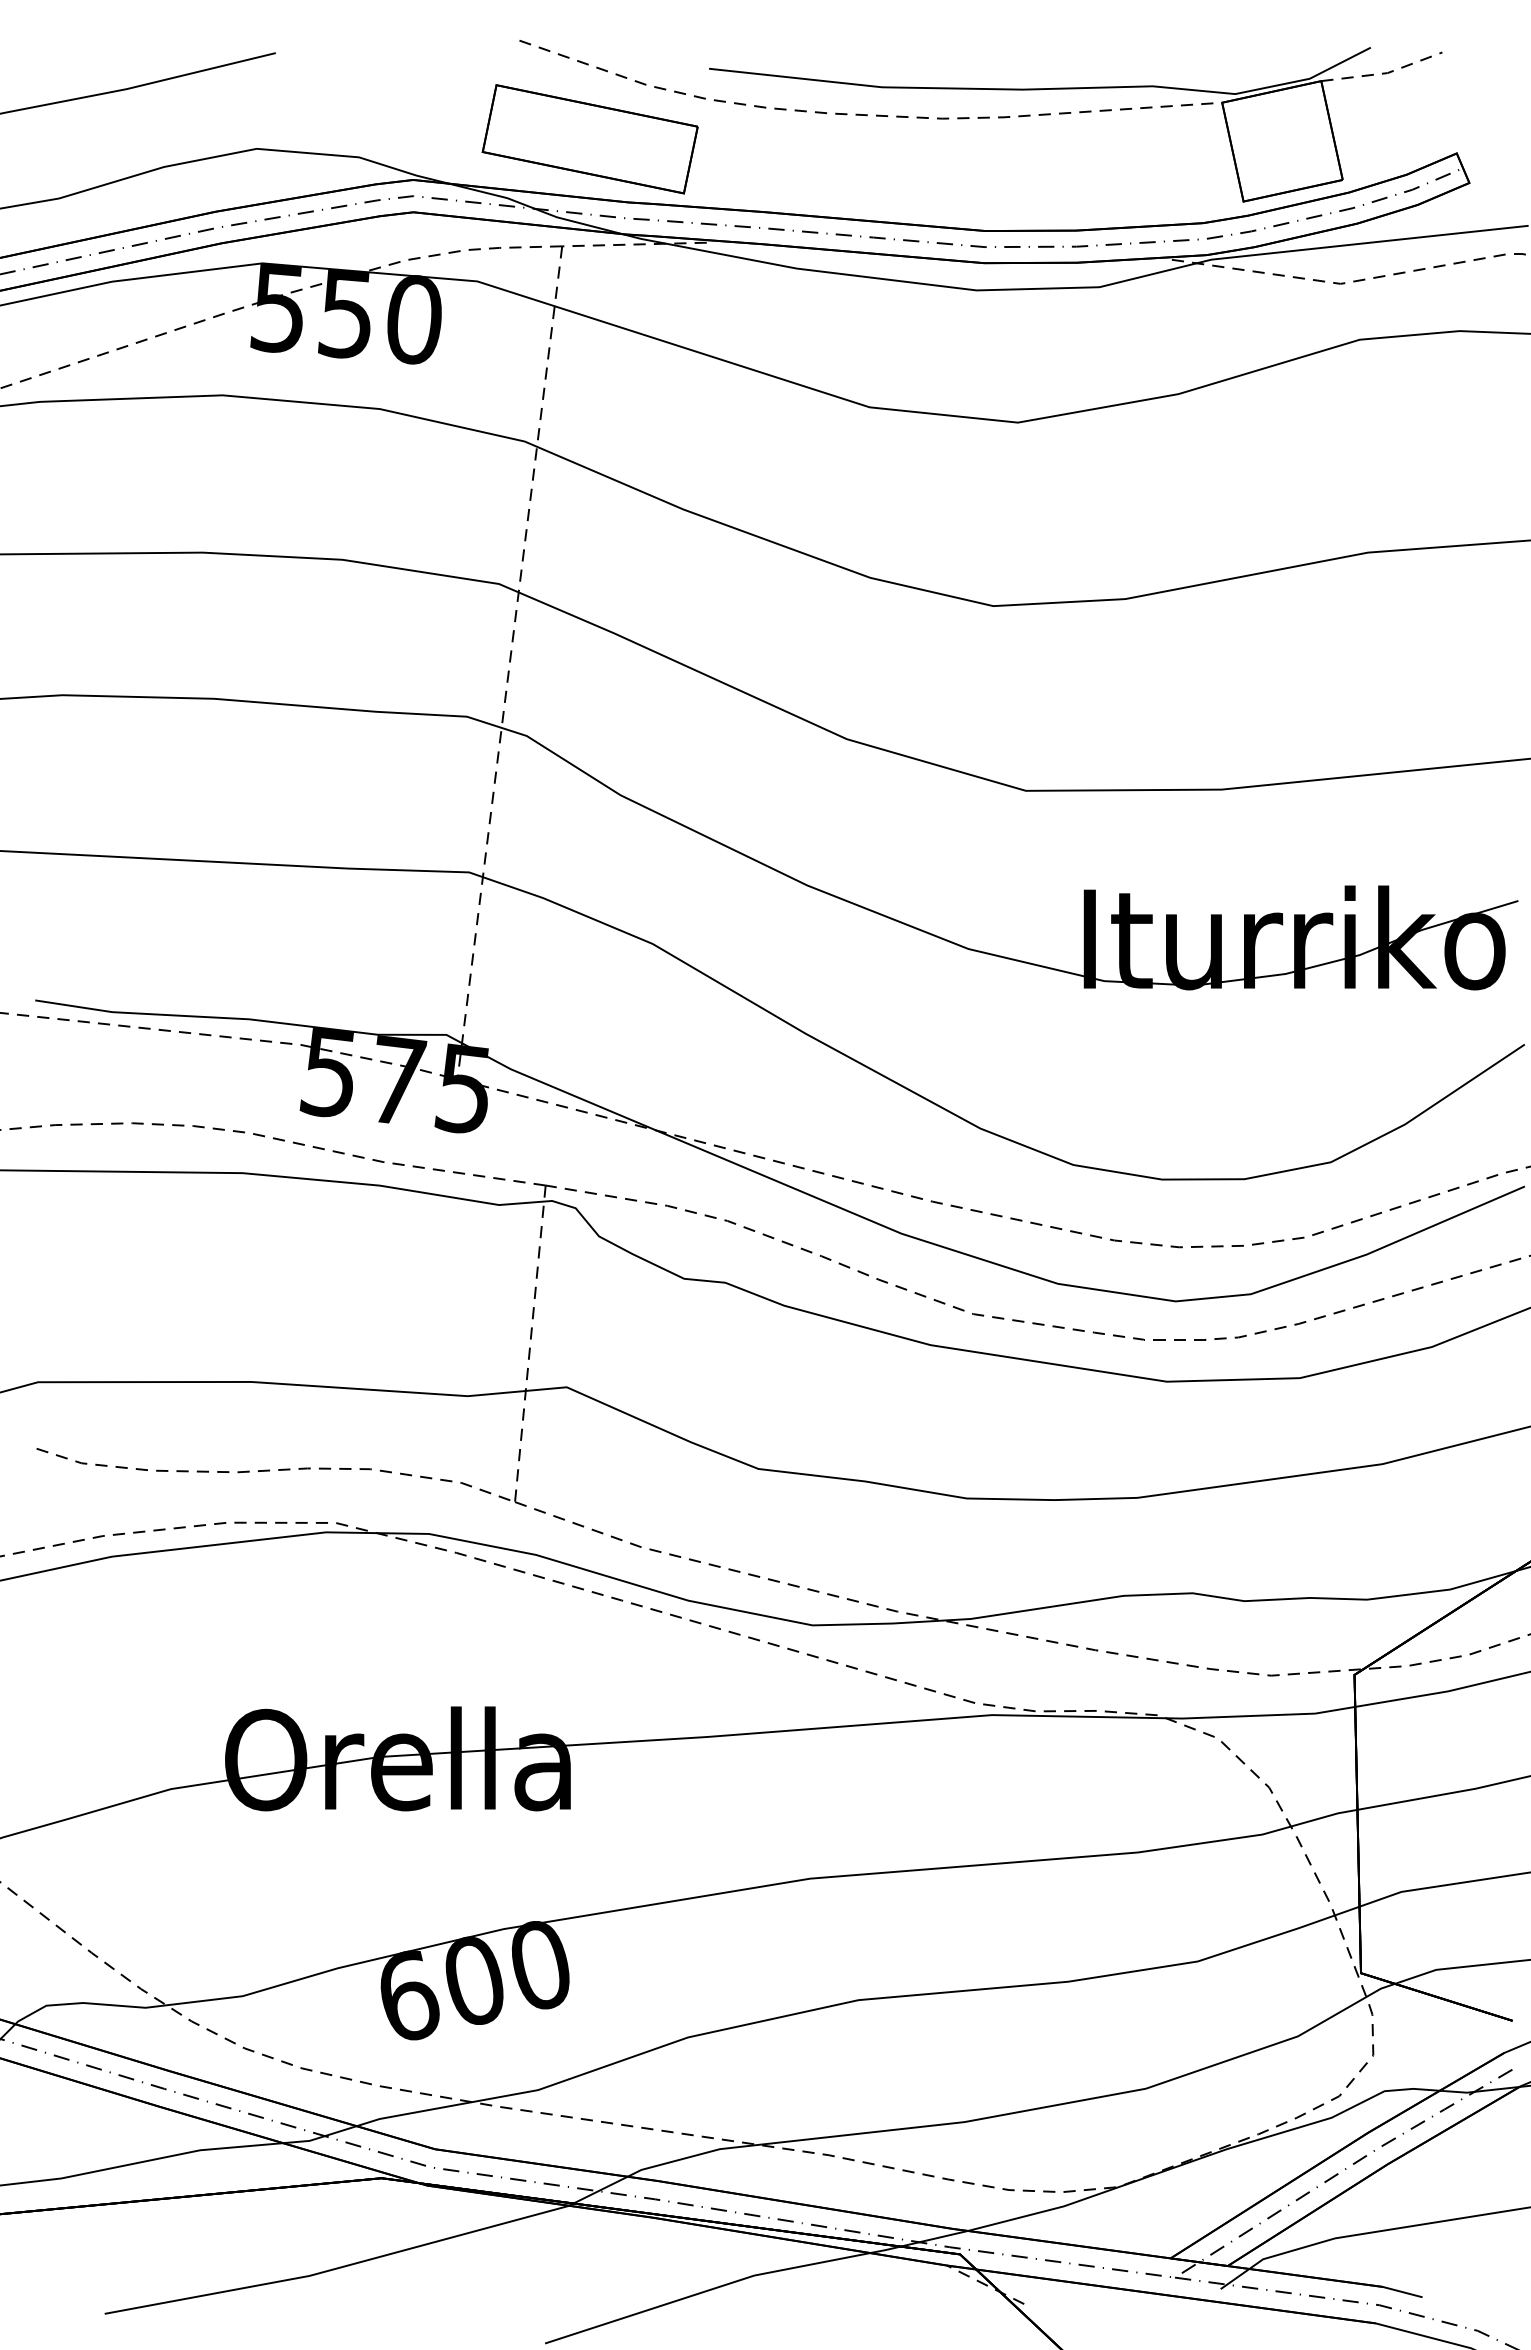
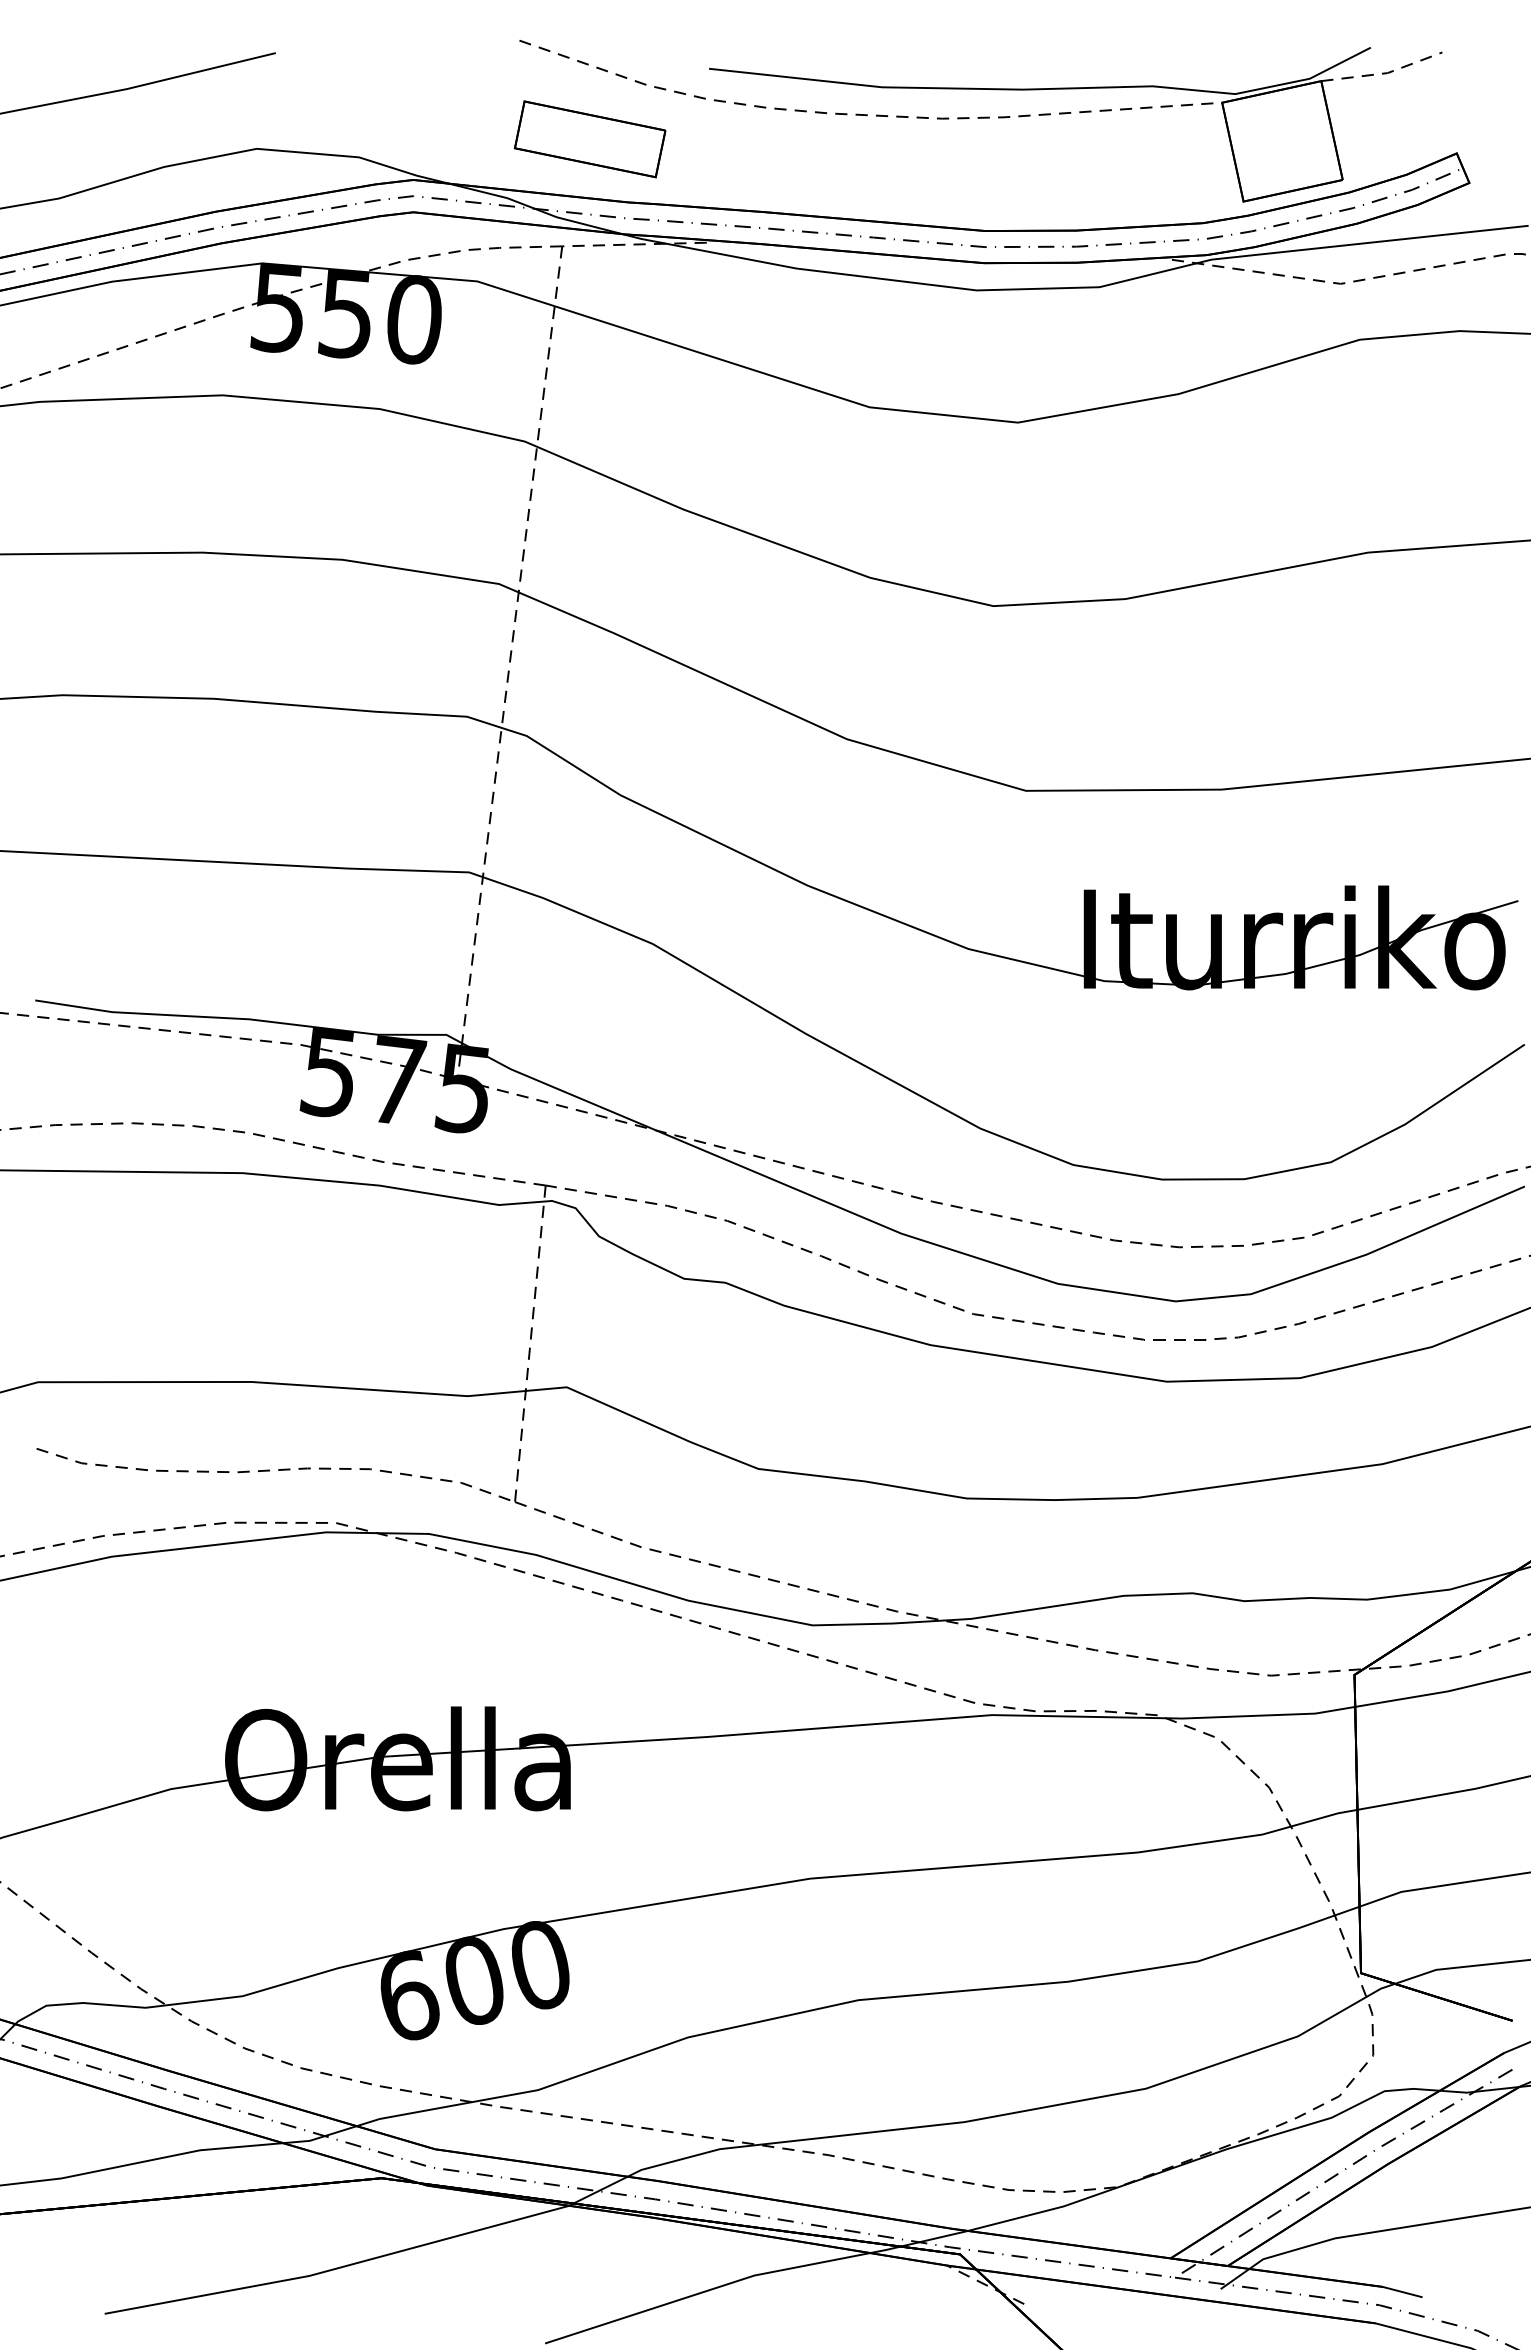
part at (589, 139) size: 218x111 px -> 154x79 px
